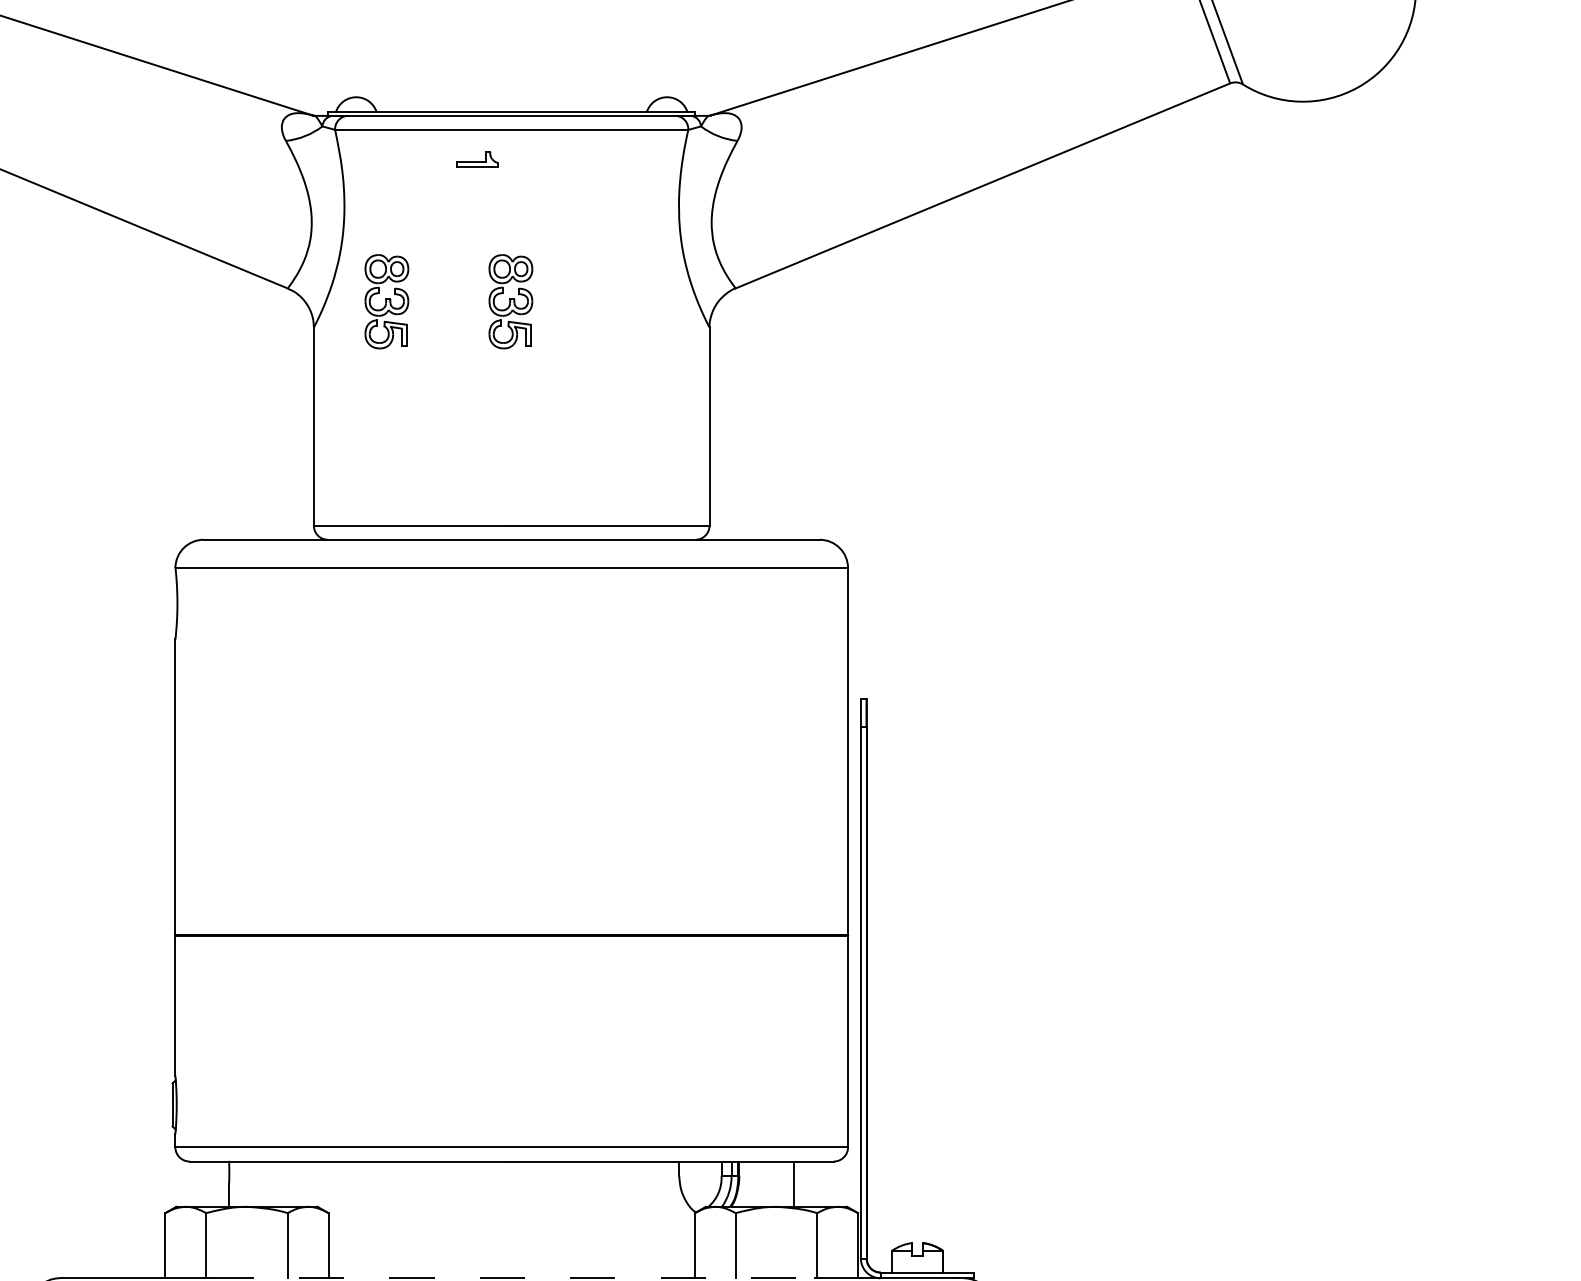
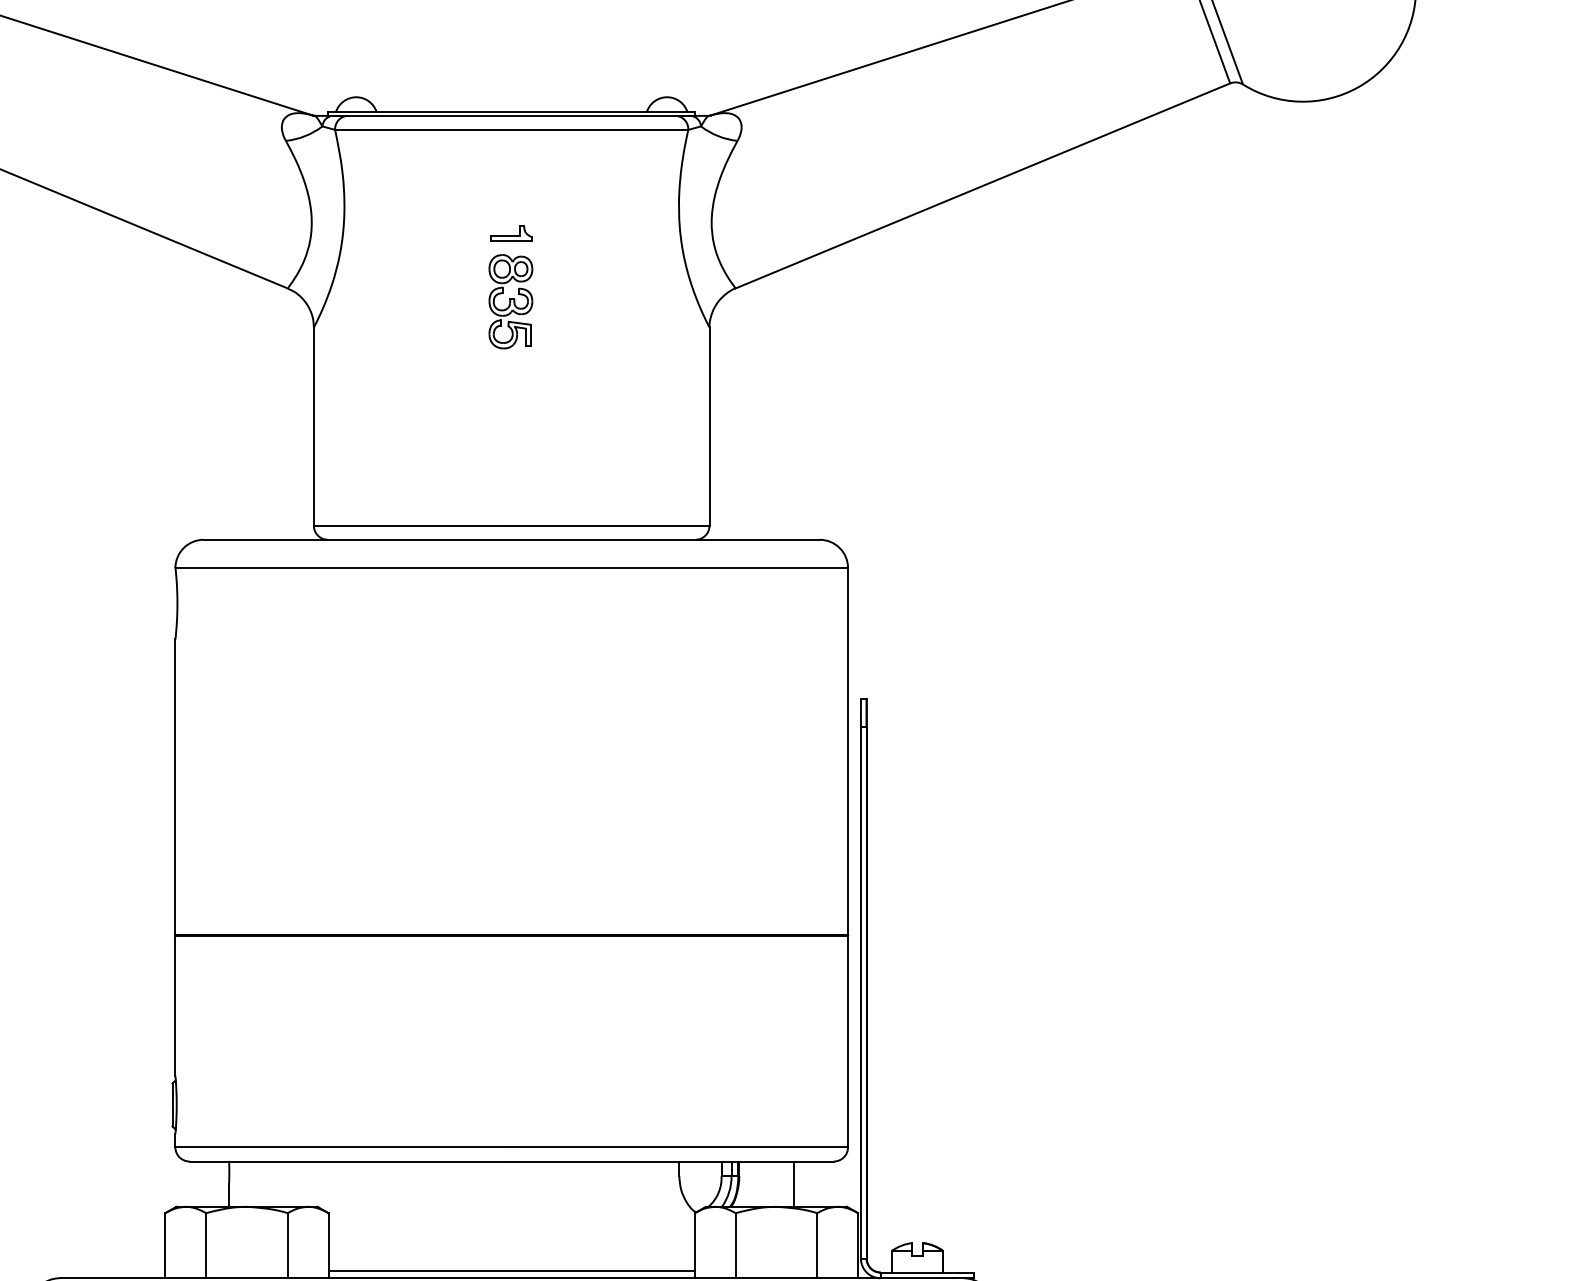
part at (477, 159) position: (477, 159) -> (511, 233)
part at (386, 301): present -> none
line at (511, 1271): none -> present
line at (512, 1278): dashed -> solid
